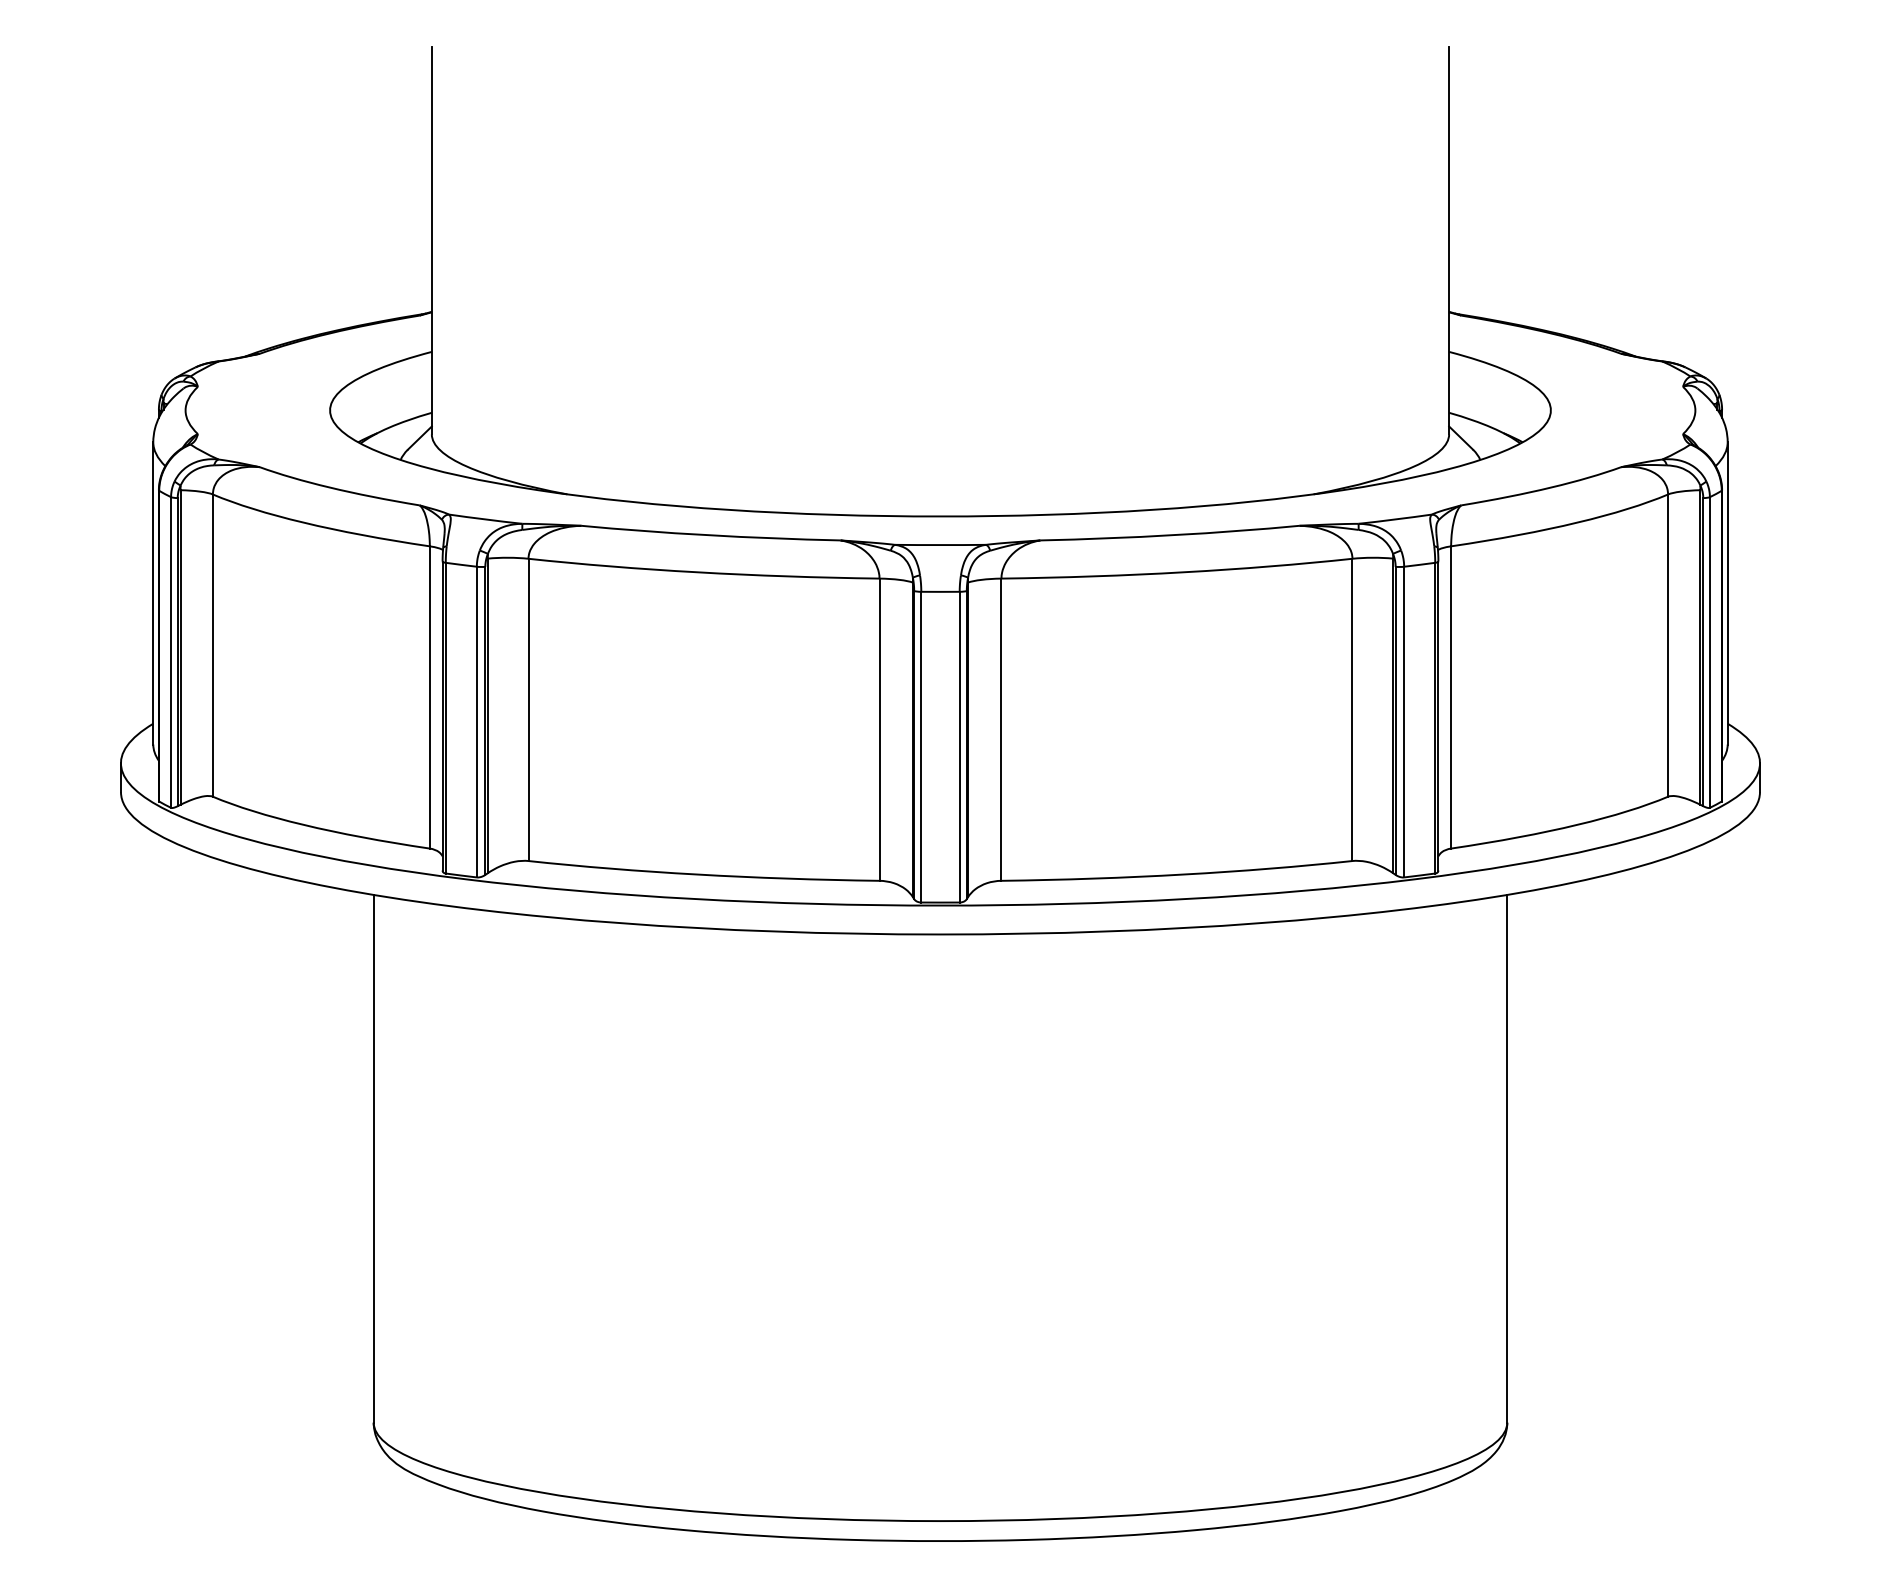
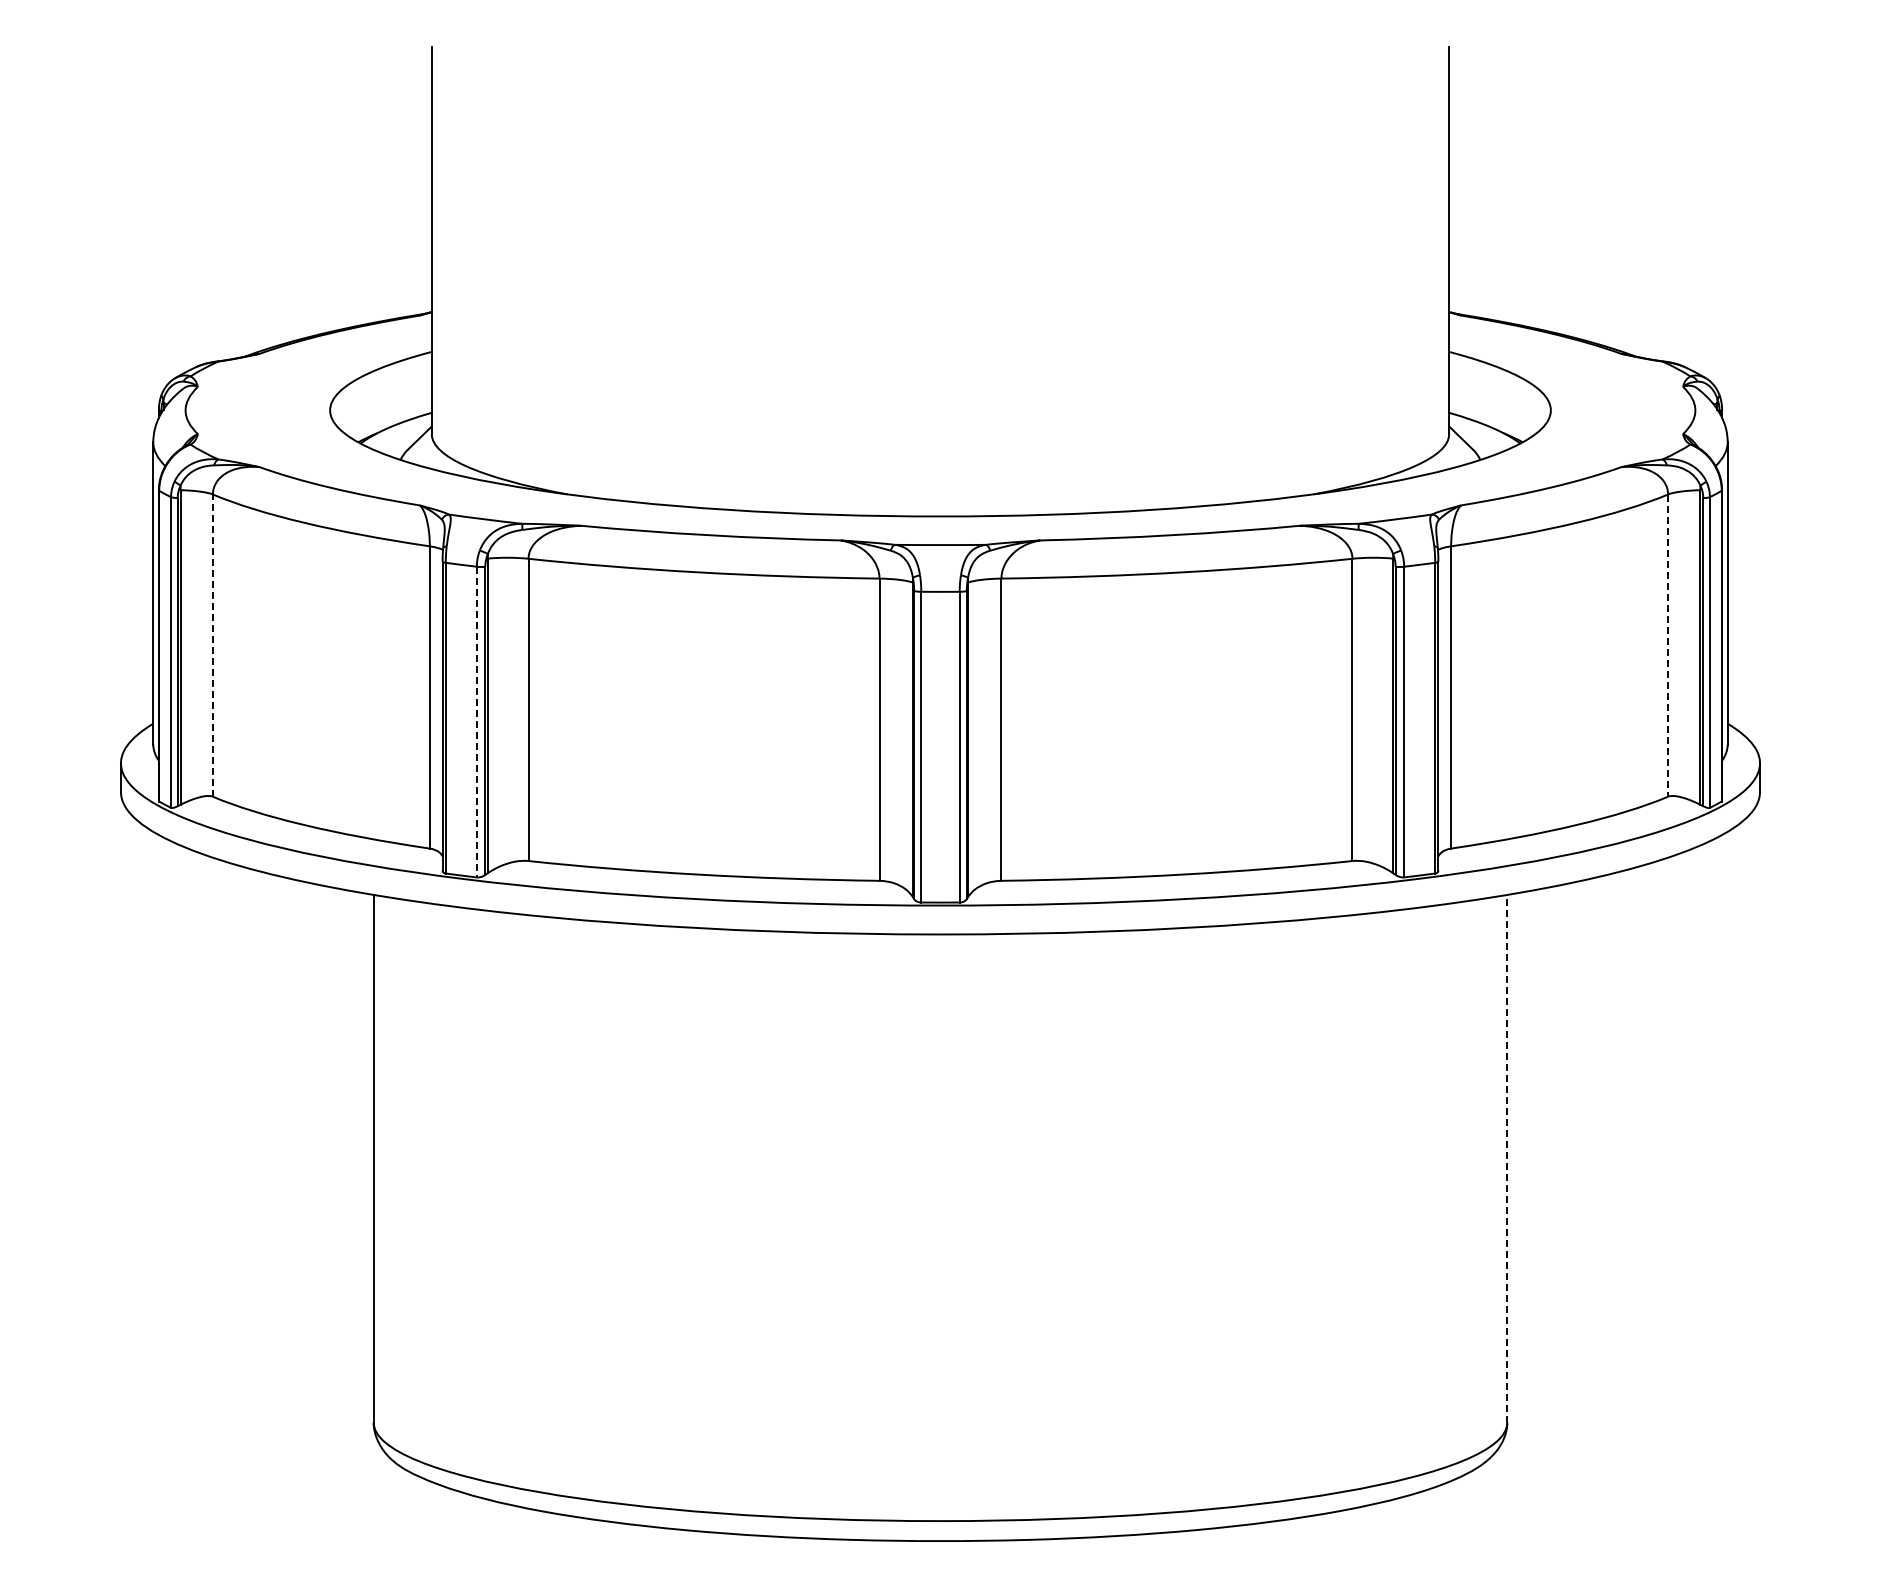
line at (212, 645): solid -> dashed
line at (1668, 646): solid -> dashed
line at (476, 722): solid -> dashed
line at (1507, 1158): solid -> dashed
